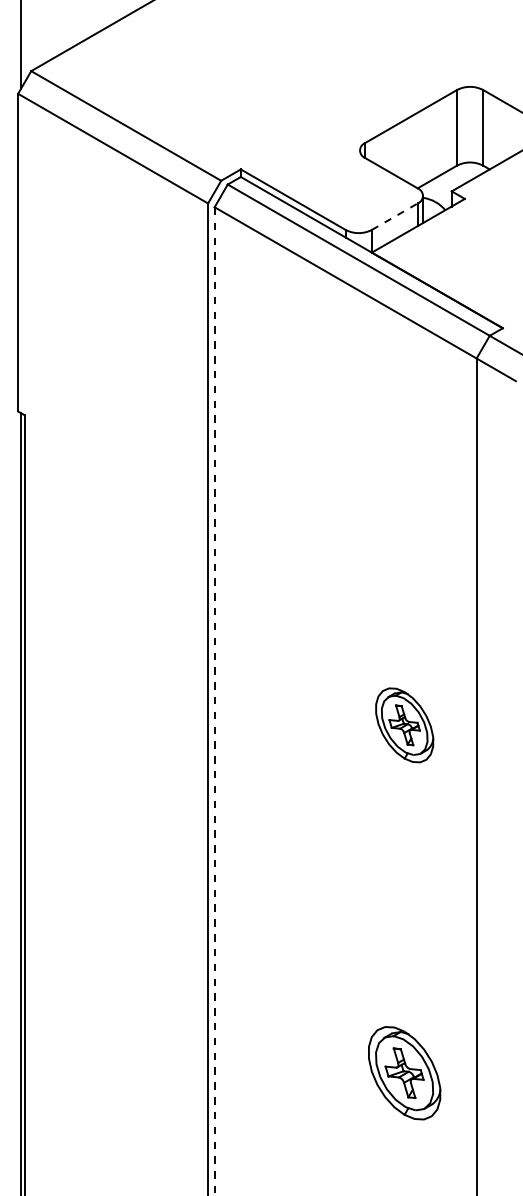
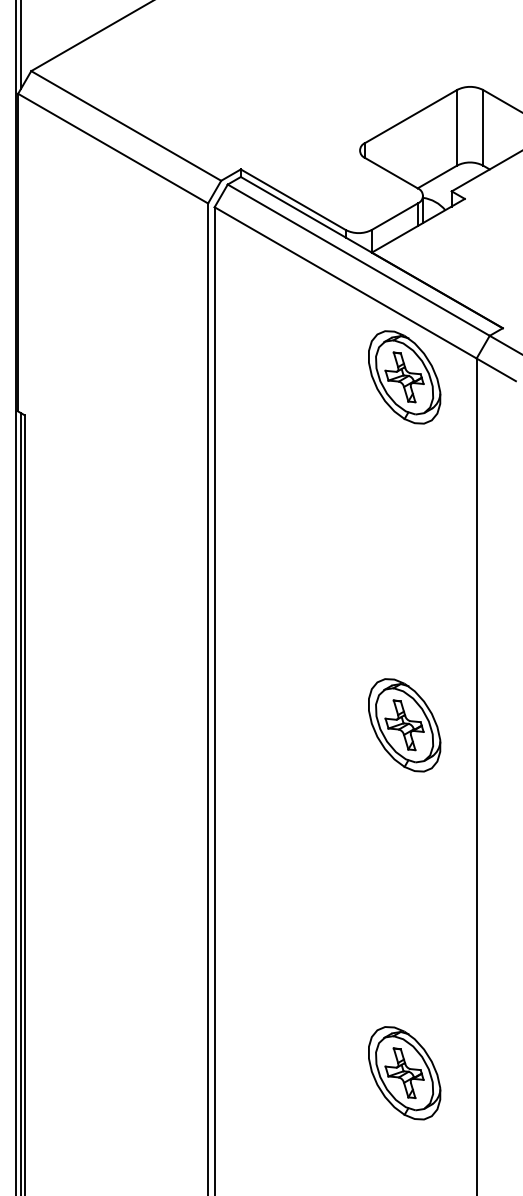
line at (395, 216): dashed -> solid
part at (404, 377): none -> present
line at (15, 597): none -> present
line at (214, 701): dashed -> solid
part at (404, 725) size: 60x77 px -> 74x95 px
